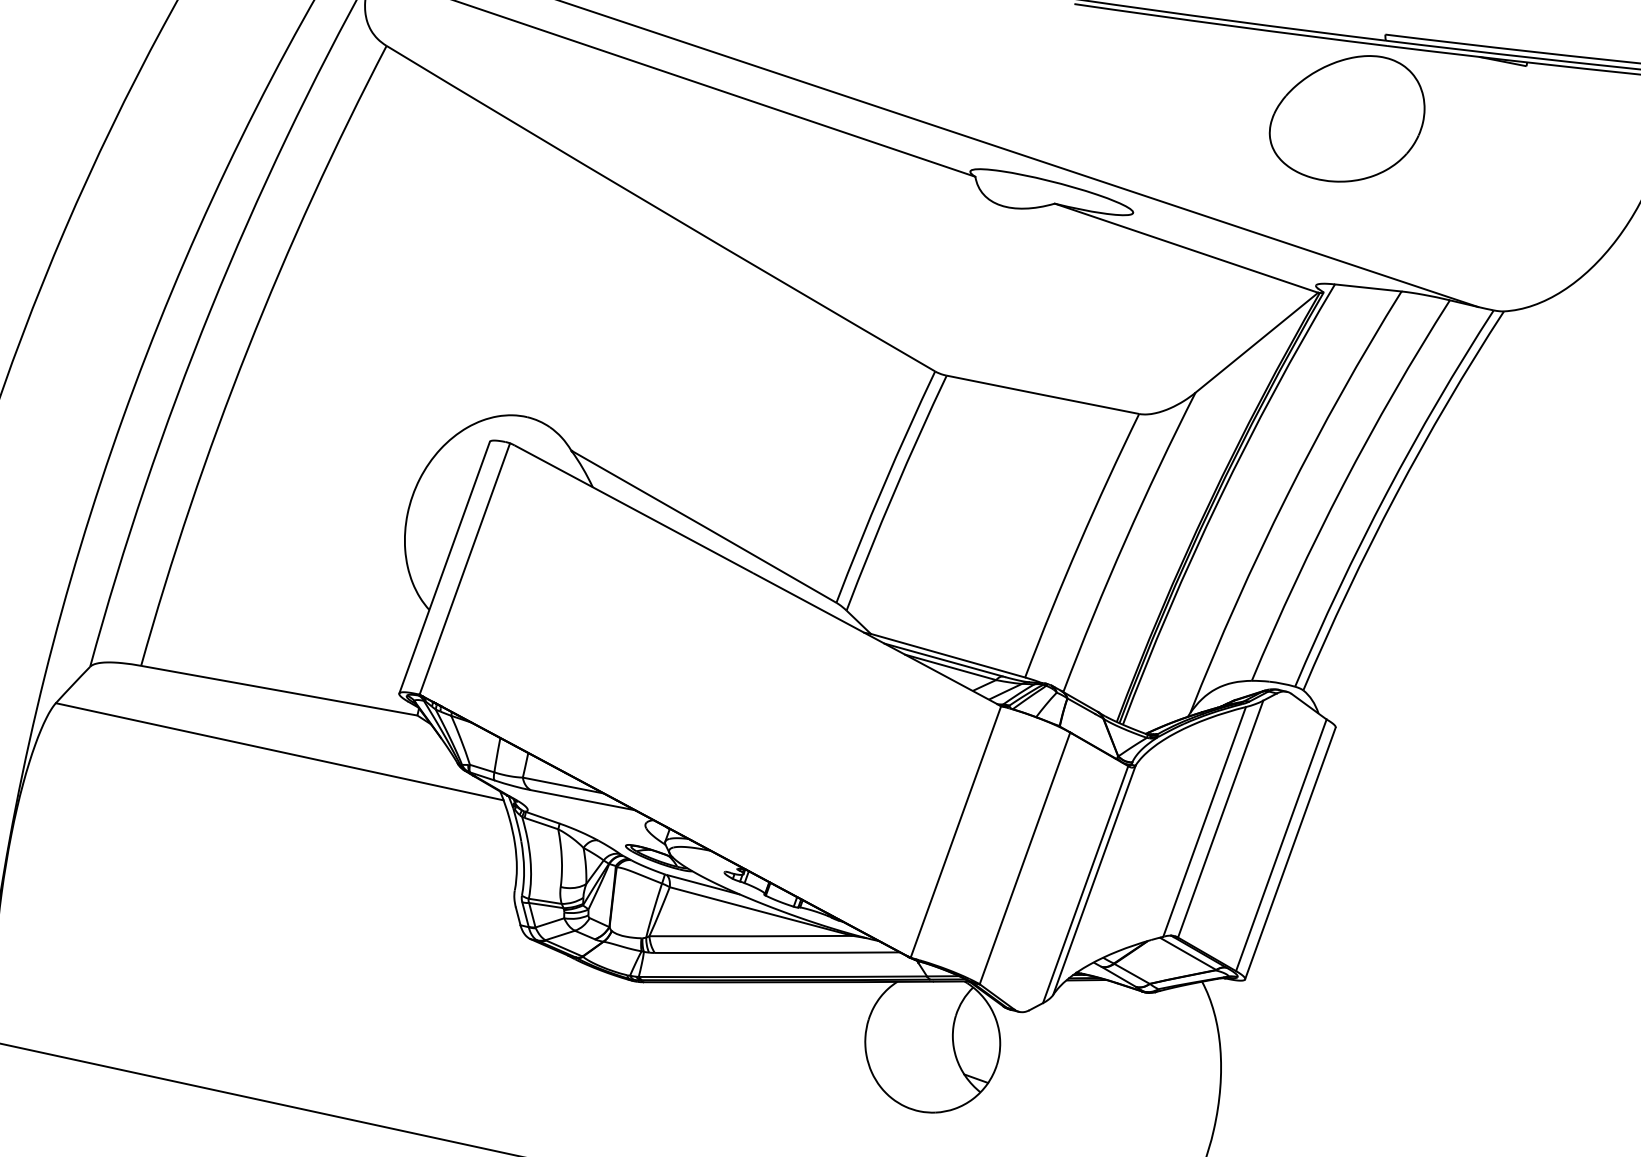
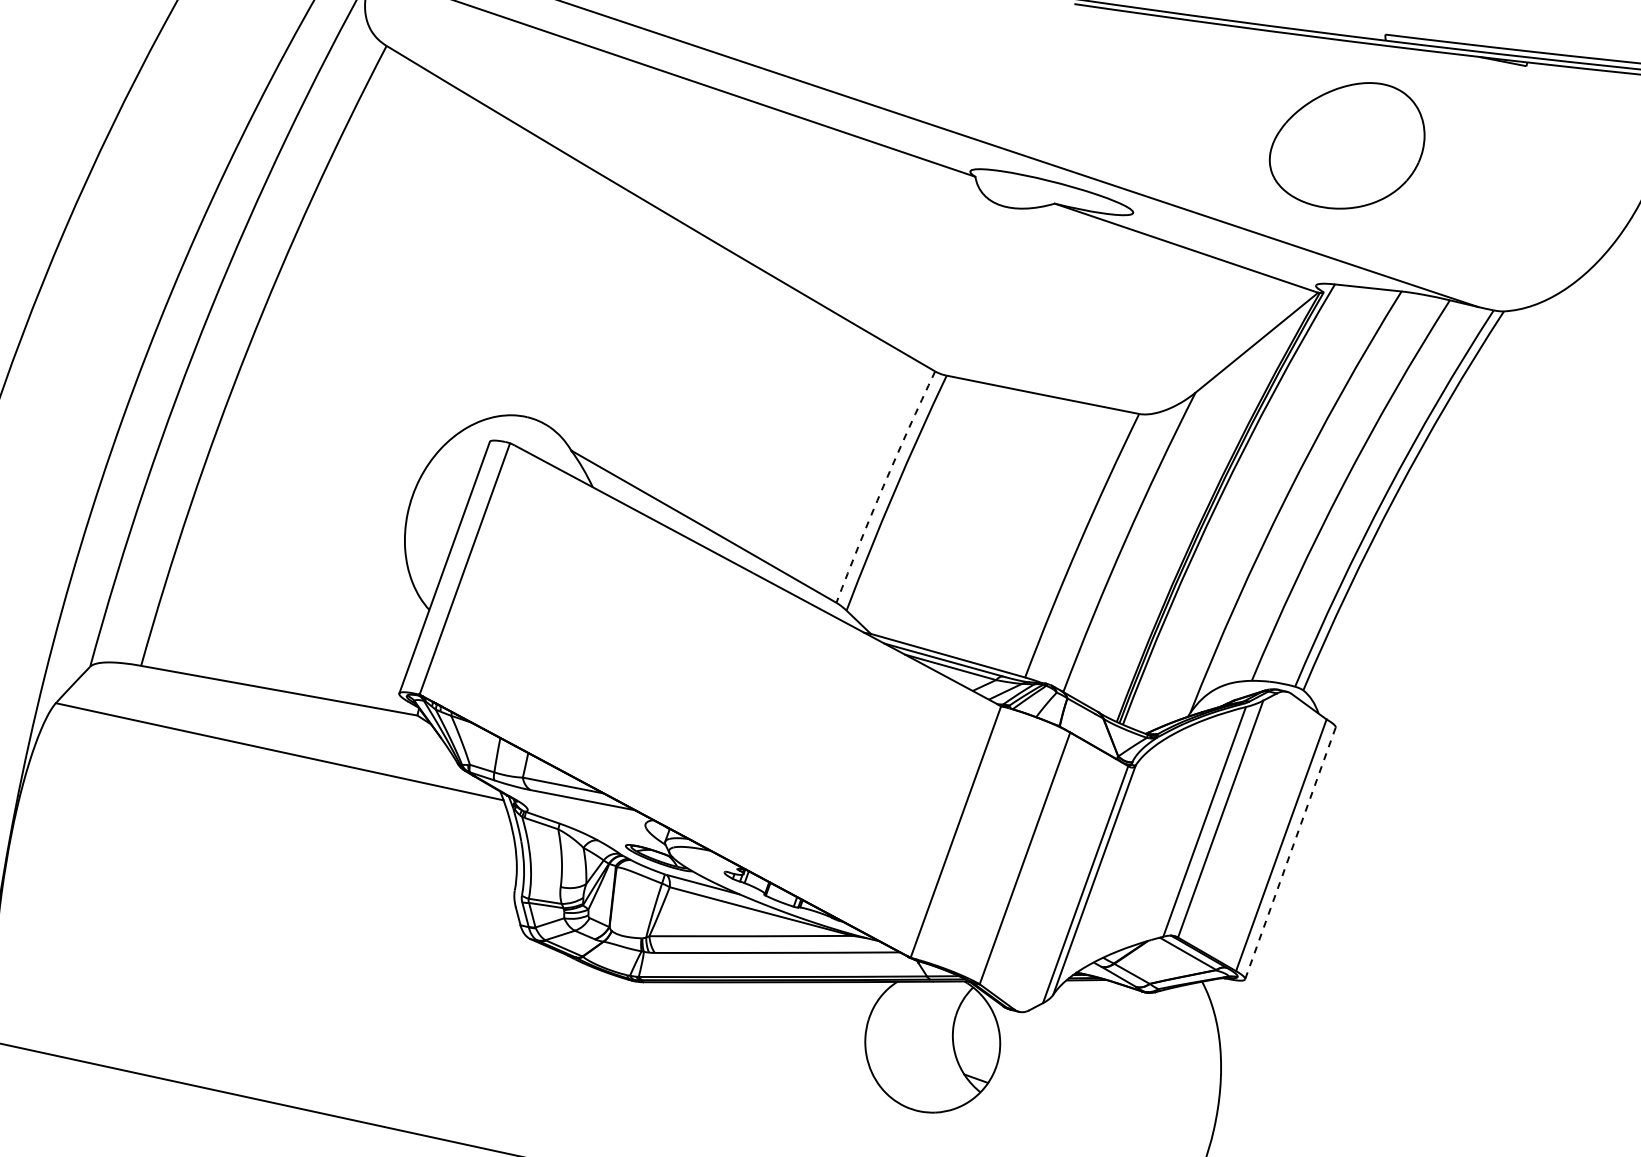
part at (1346, 118) position: (1346, 118) -> (1346, 145)
arc at (883, 486): solid -> dashed
line at (1290, 853): solid -> dashed
